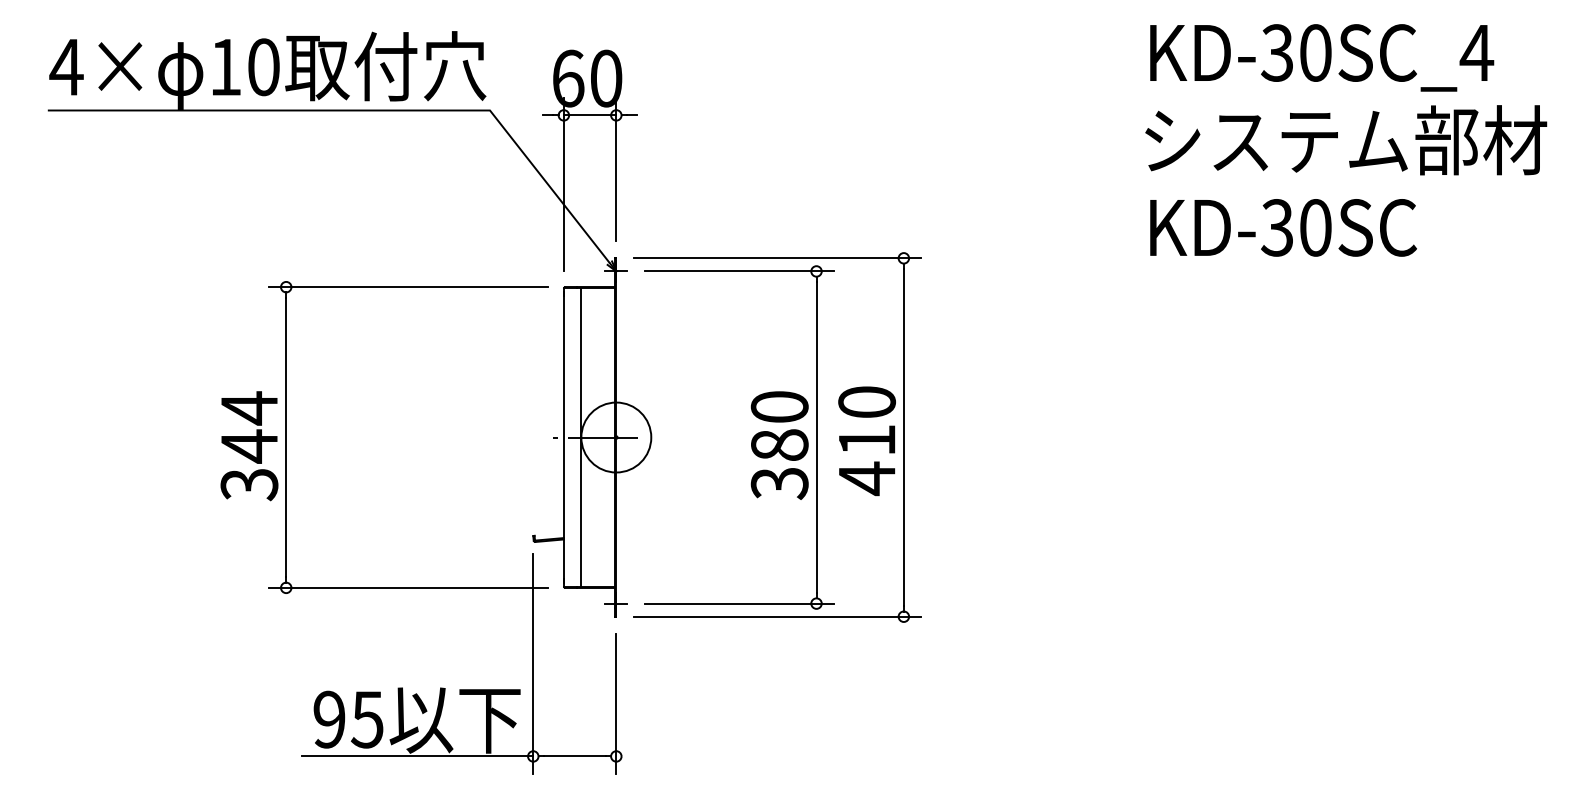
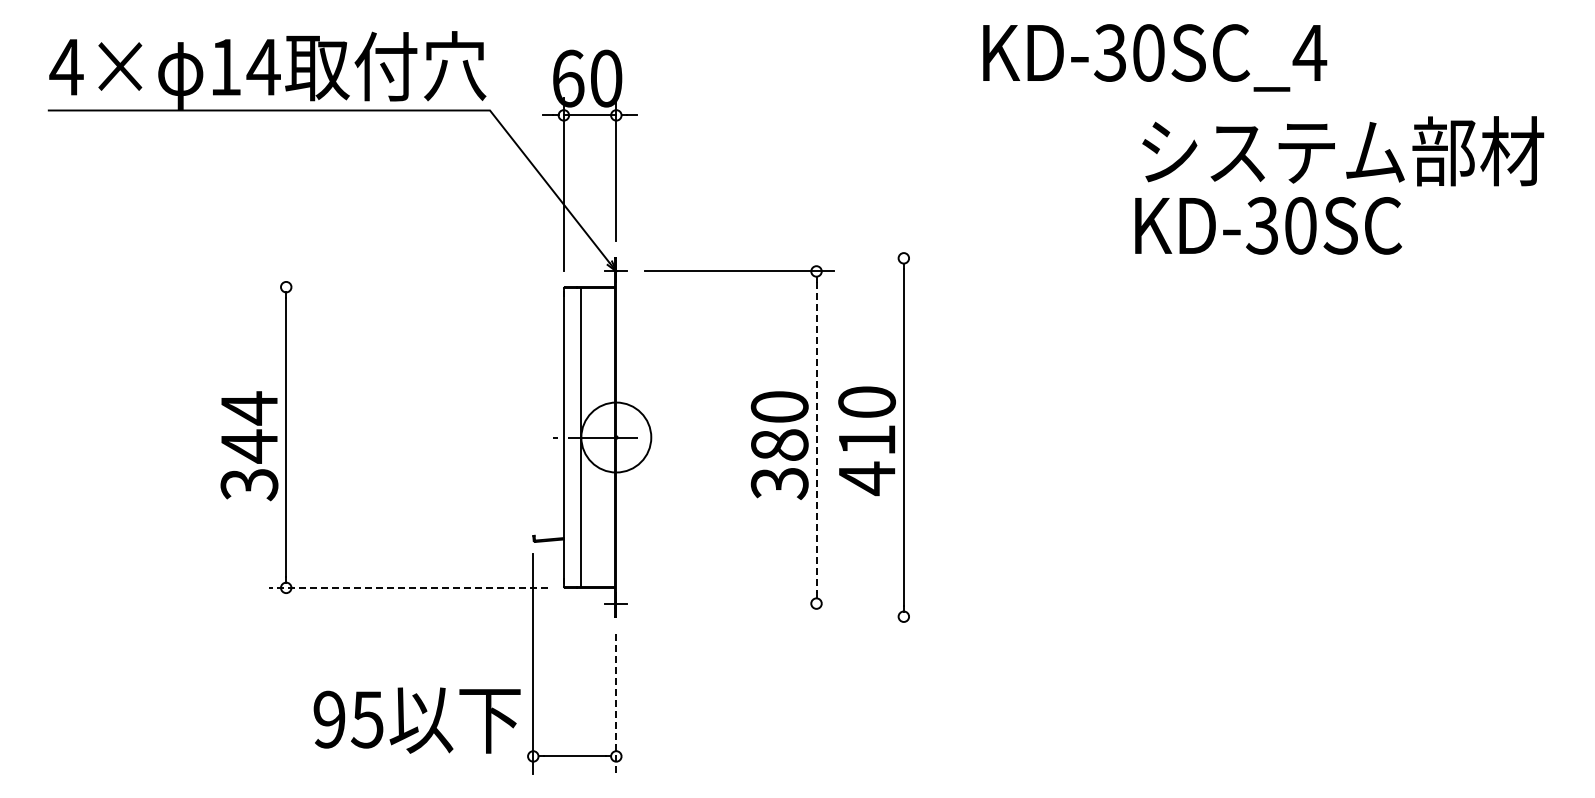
text at (1322, 57) position: (1322, 57) -> (1155, 57)
text at (263, 67): 10 -> 14
text at (1346, 140) position: (1346, 140) -> (1343, 151)
text at (1283, 227) position: (1283, 227) -> (1268, 225)
line at (777, 258): present -> none
line at (407, 287): present -> none
line at (816, 437): solid -> dashed
line at (408, 587): solid -> dashed
line at (739, 603): present -> none
line at (777, 616): present -> none
line at (616, 704): solid -> dashed
line at (417, 756): present -> none
